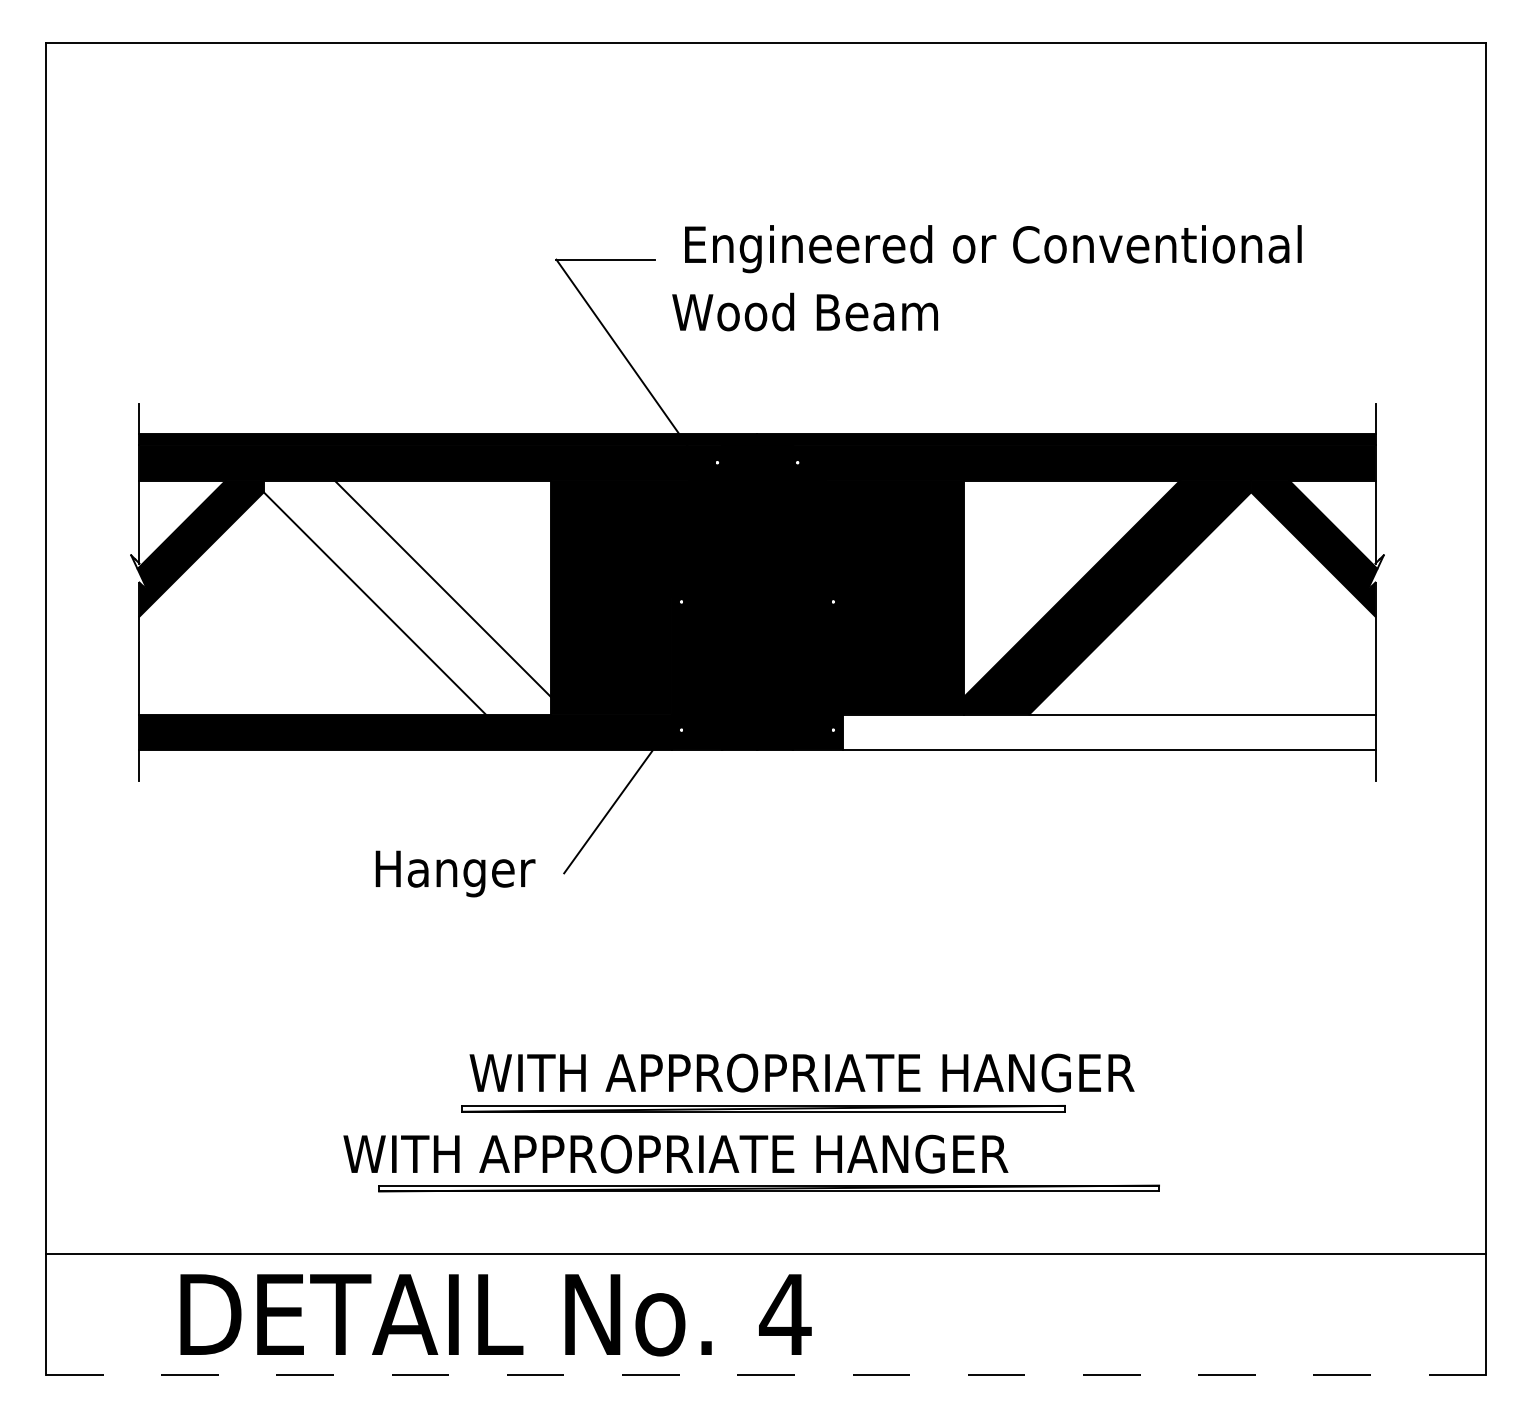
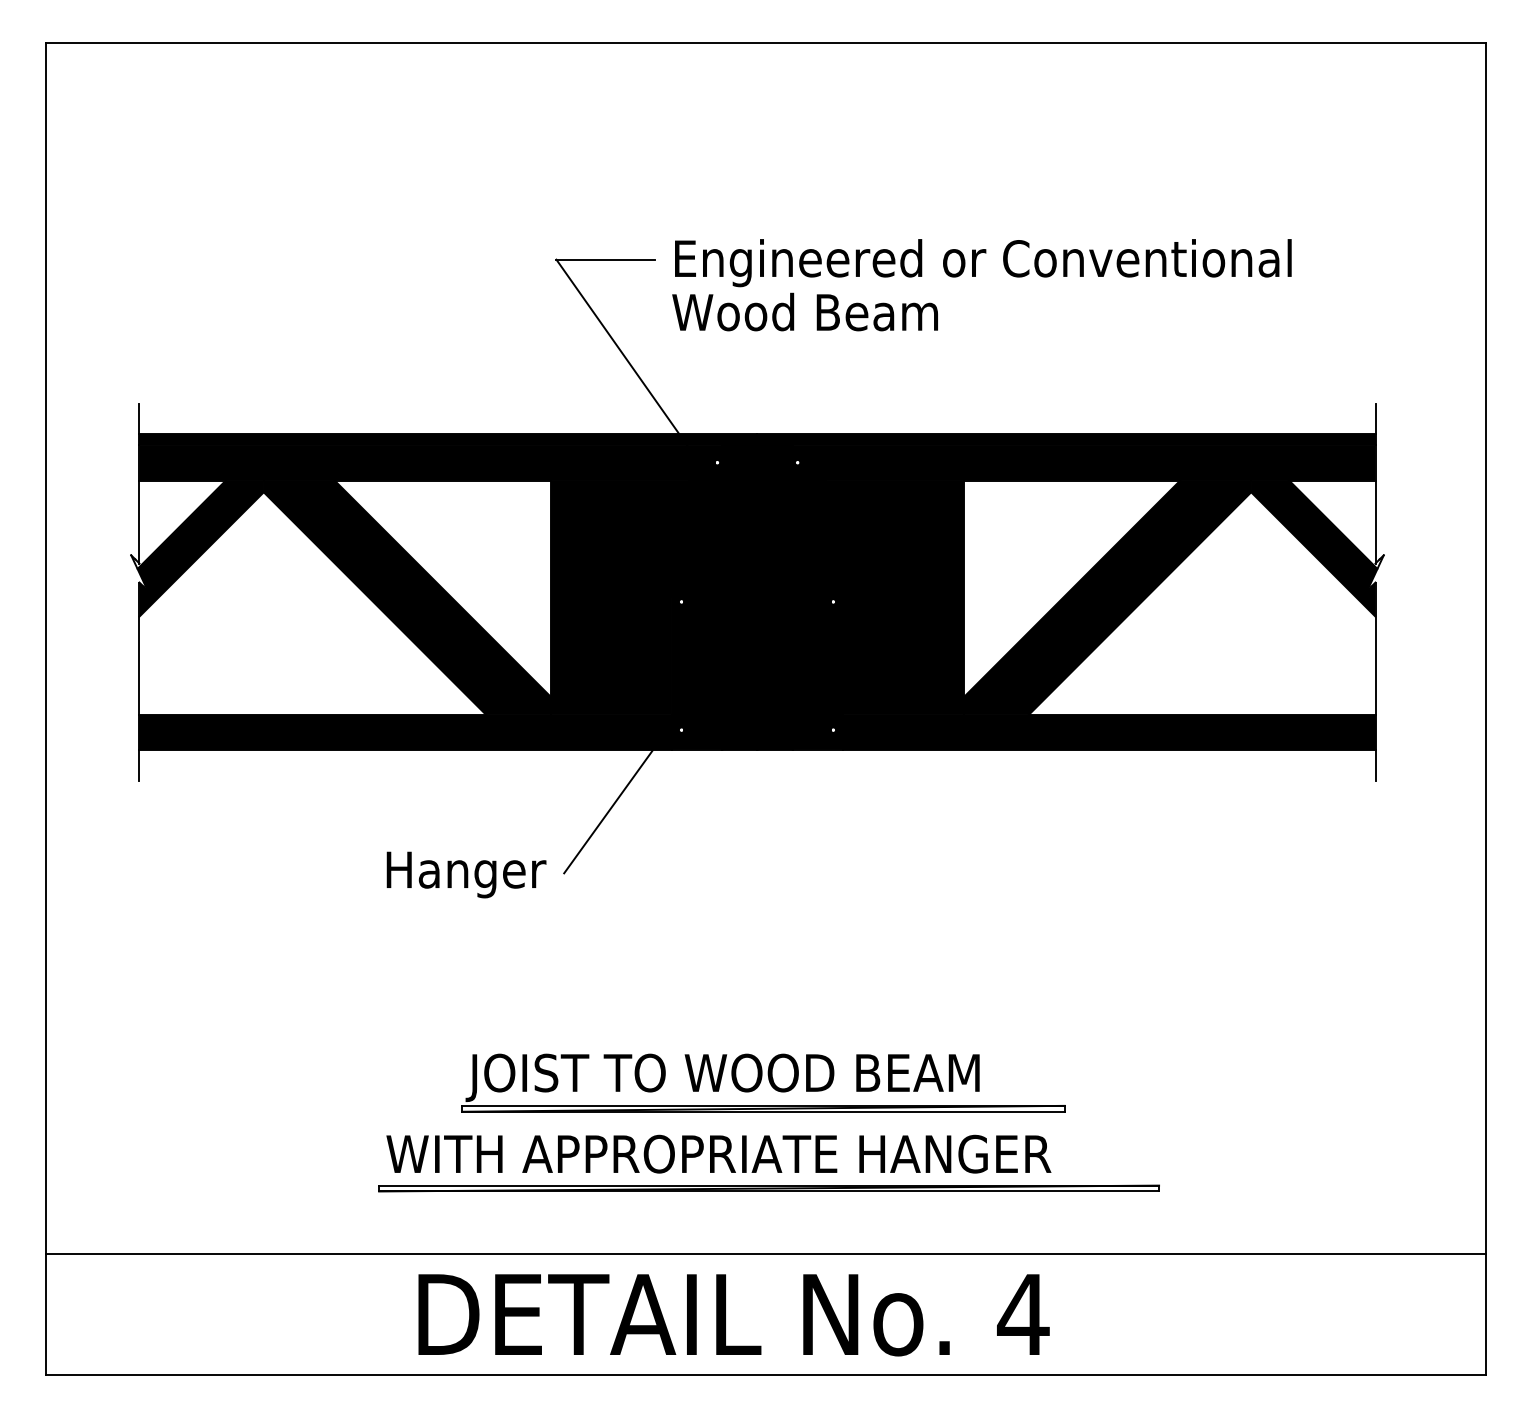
text at (993, 249) position: (993, 249) -> (983, 263)
fill at (406, 597): none -> present
fill at (1109, 731): none -> present
text at (455, 873) position: (455, 873) -> (466, 874)
text at (799, 1077): WITH APPROPRIATE HANGER -> JOIST TO WOOD BEAM
text at (675, 1153) position: (675, 1153) -> (718, 1153)
text at (495, 1315) position: (495, 1315) -> (733, 1315)
line at (765, 1375): dashed -> solid
